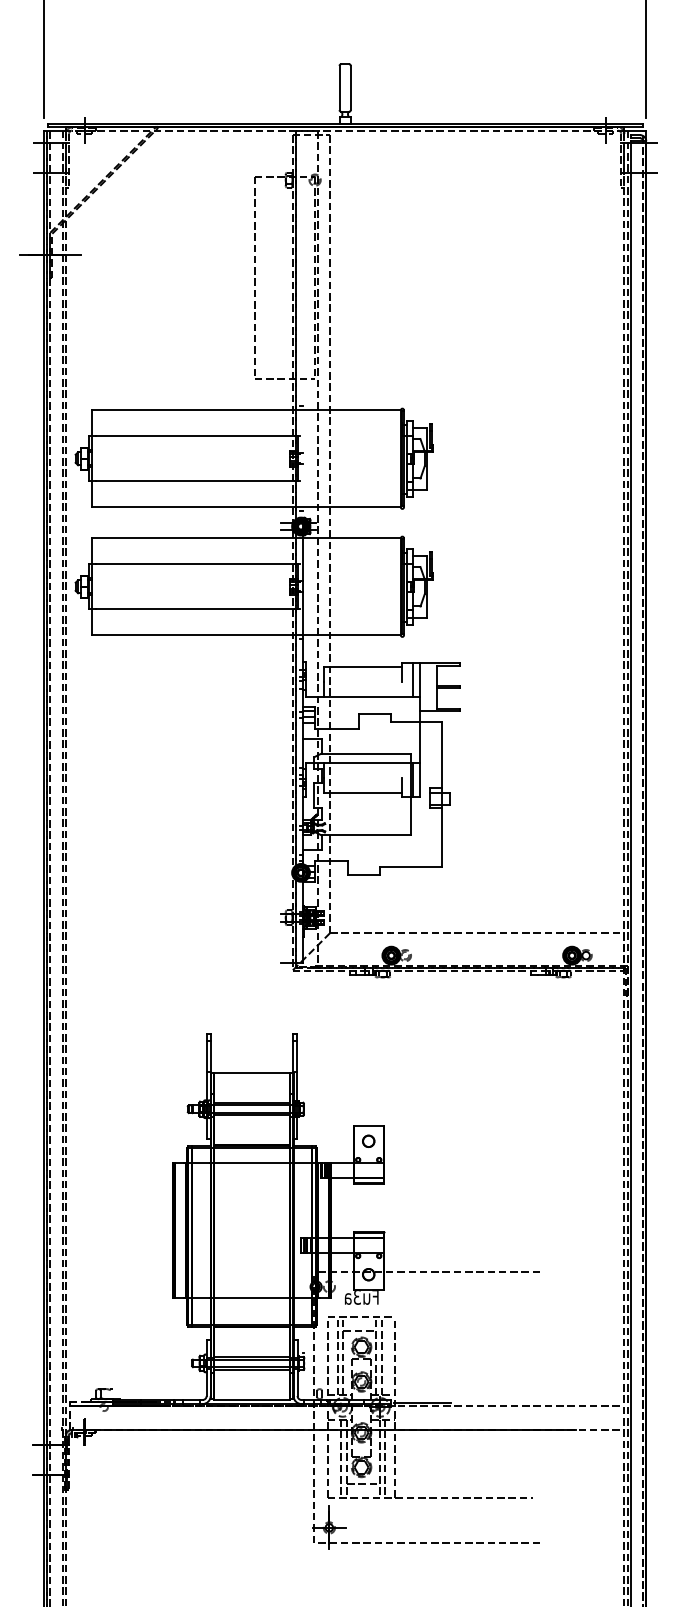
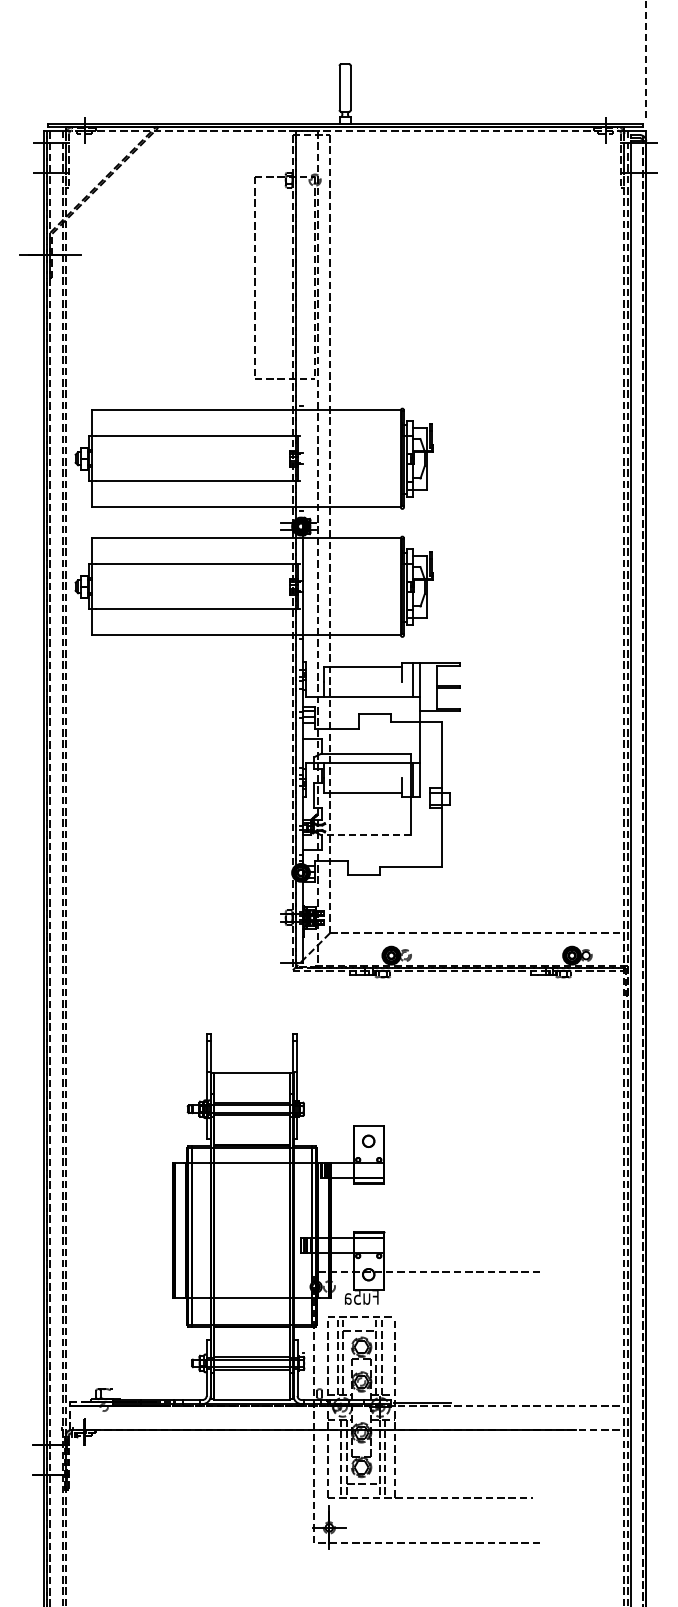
line at (646, 59): solid -> dashed
line at (44, 60): present -> none
line at (366, 835): solid -> dashed
text at (356, 1297): Fu3a -> Fu5a
